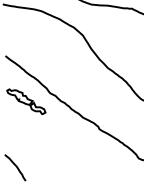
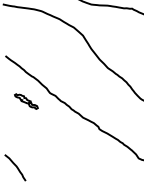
part at (26, 101) size: 41x27 px -> 25x17 px
